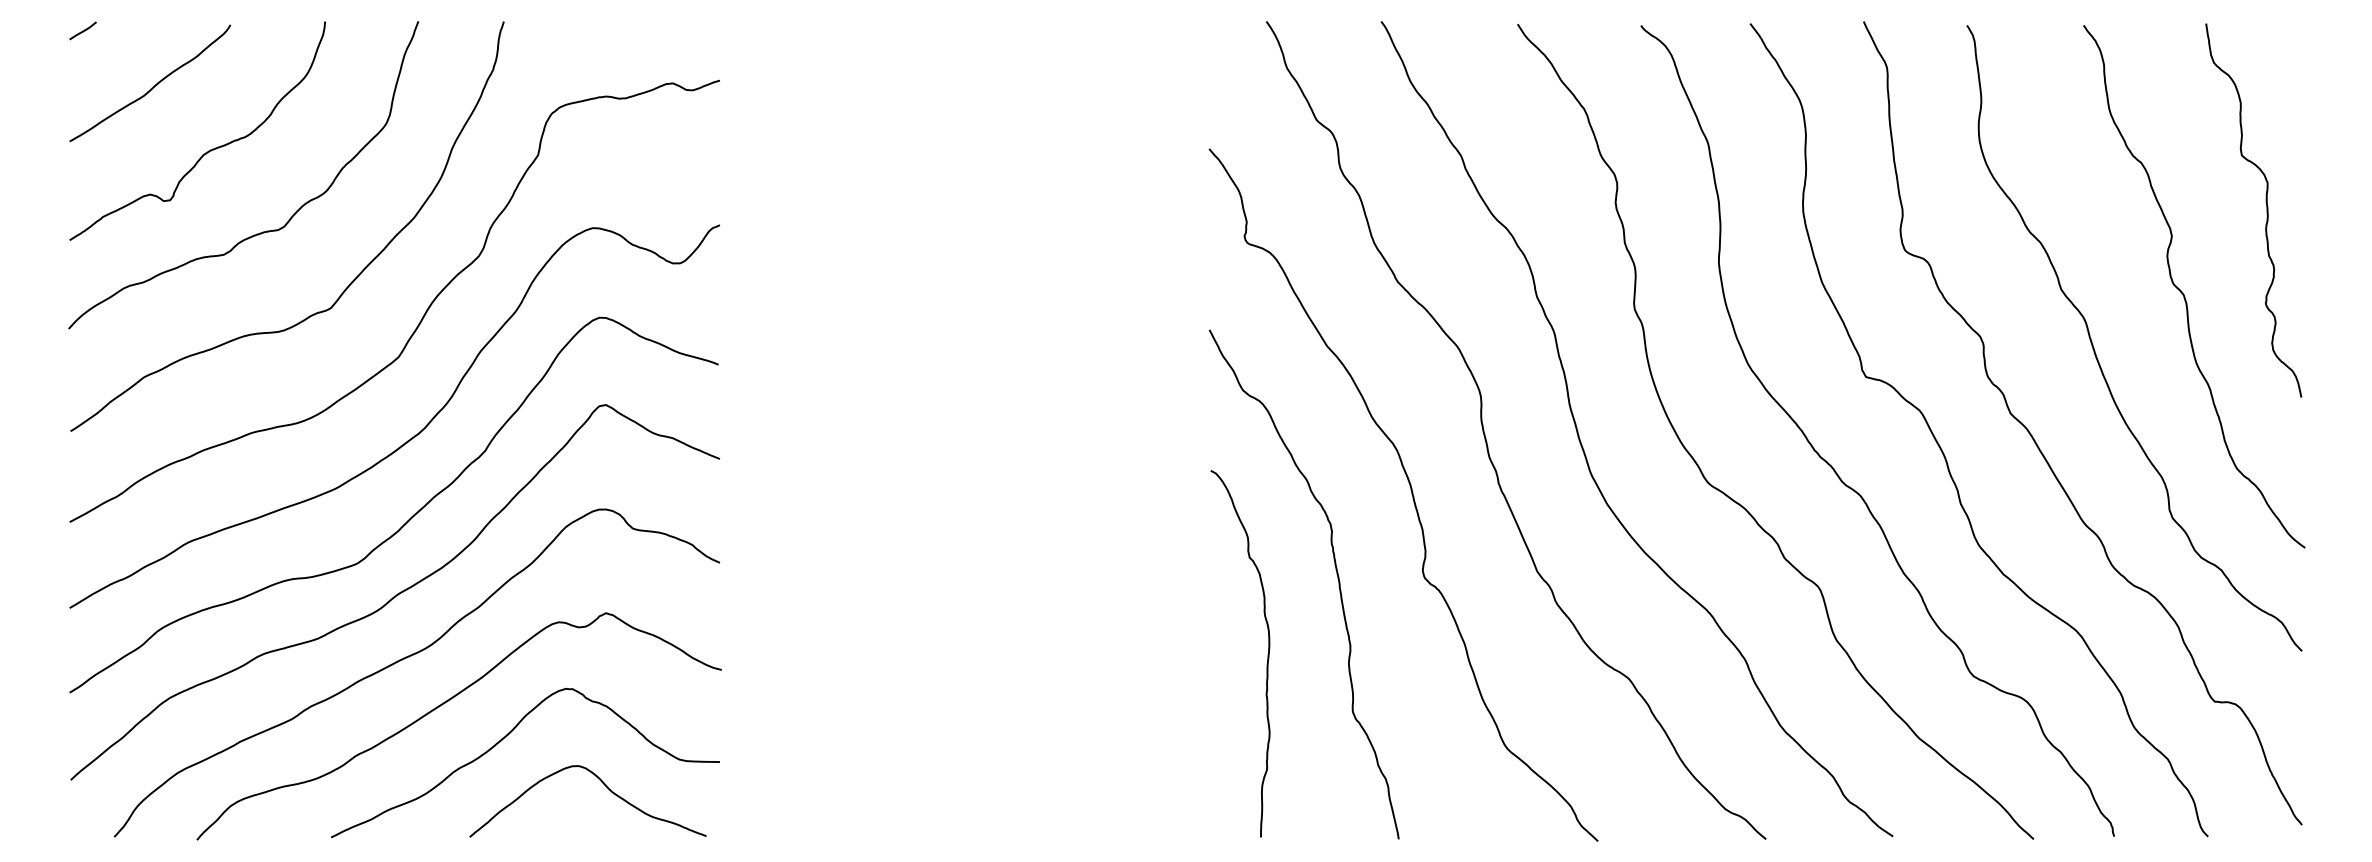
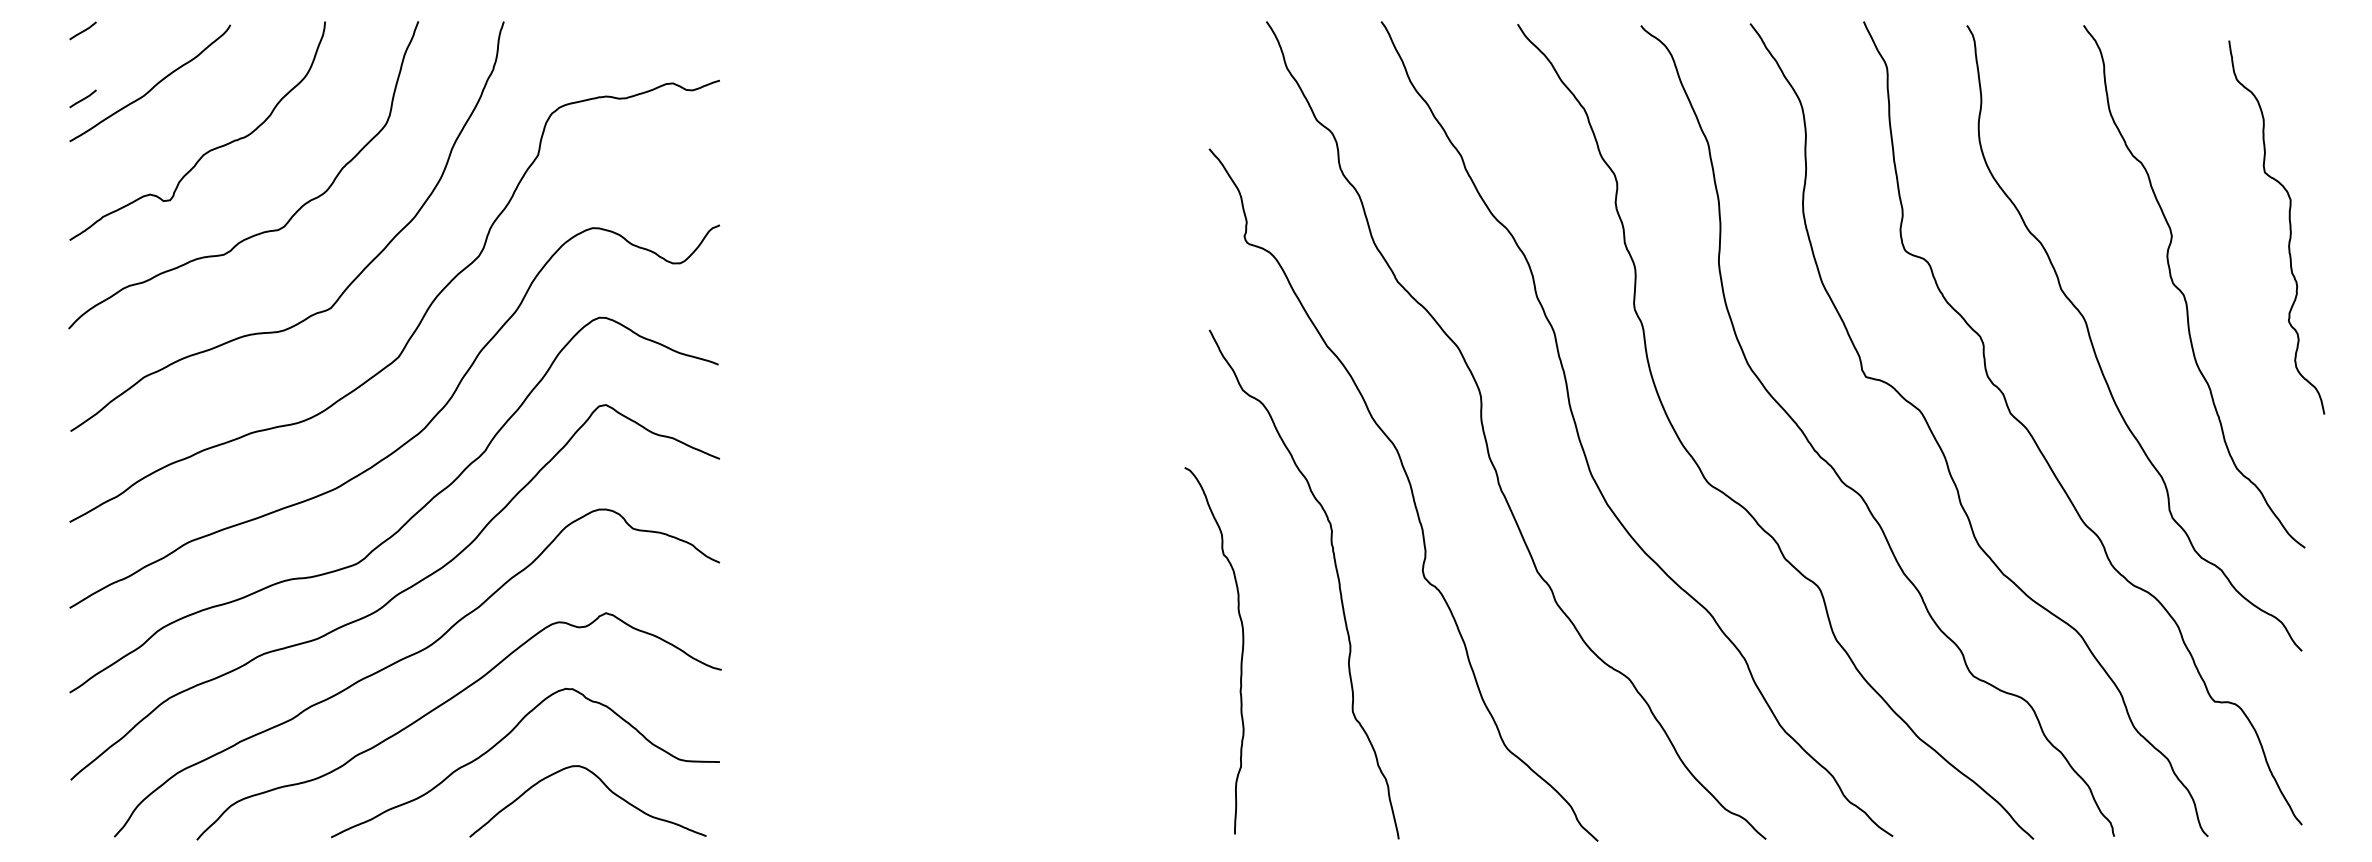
line at (82, 98): none -> present
curve at (2266, 210) position: (2266, 210) -> (2289, 227)
curve at (1267, 654) position: (1267, 654) -> (1241, 651)
